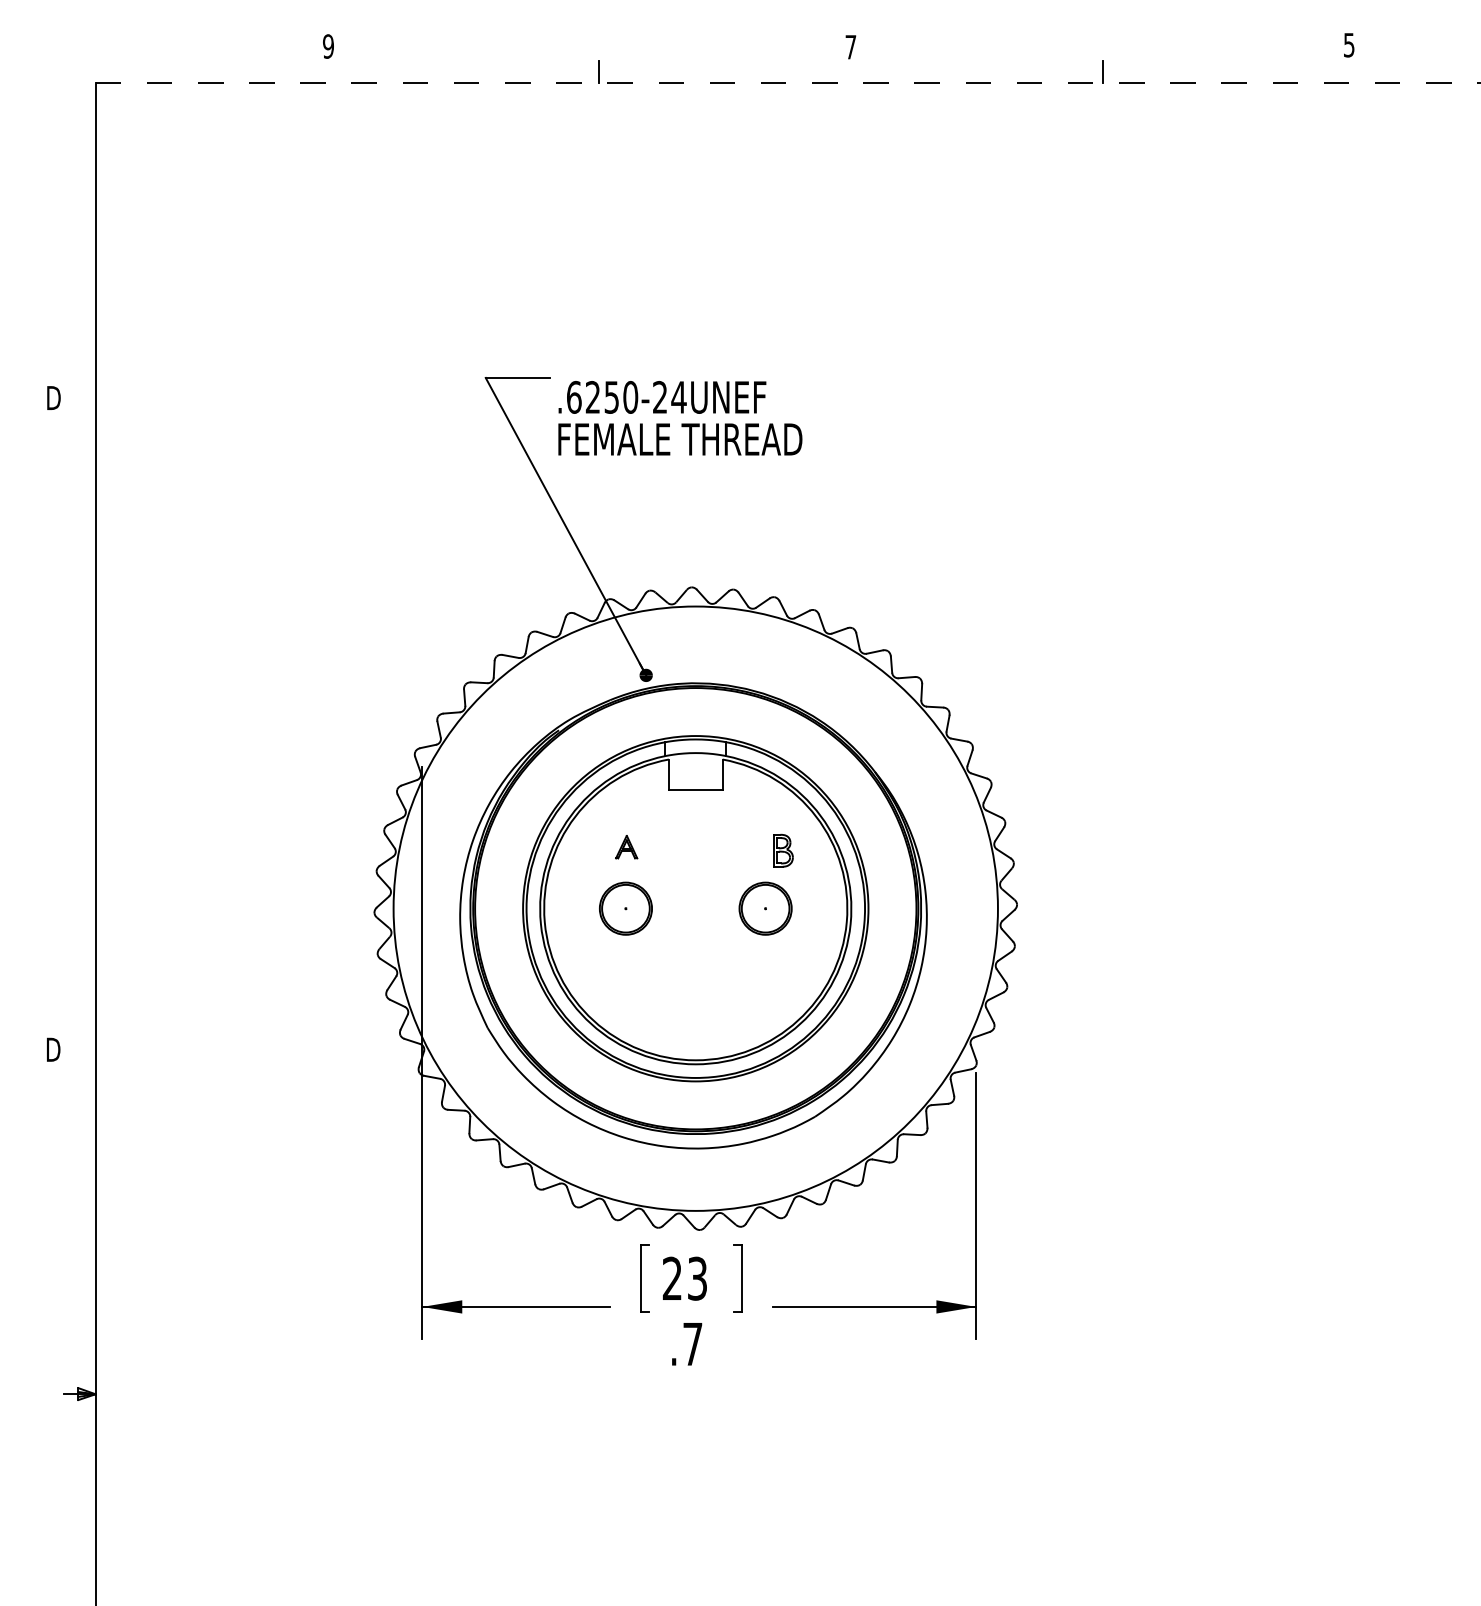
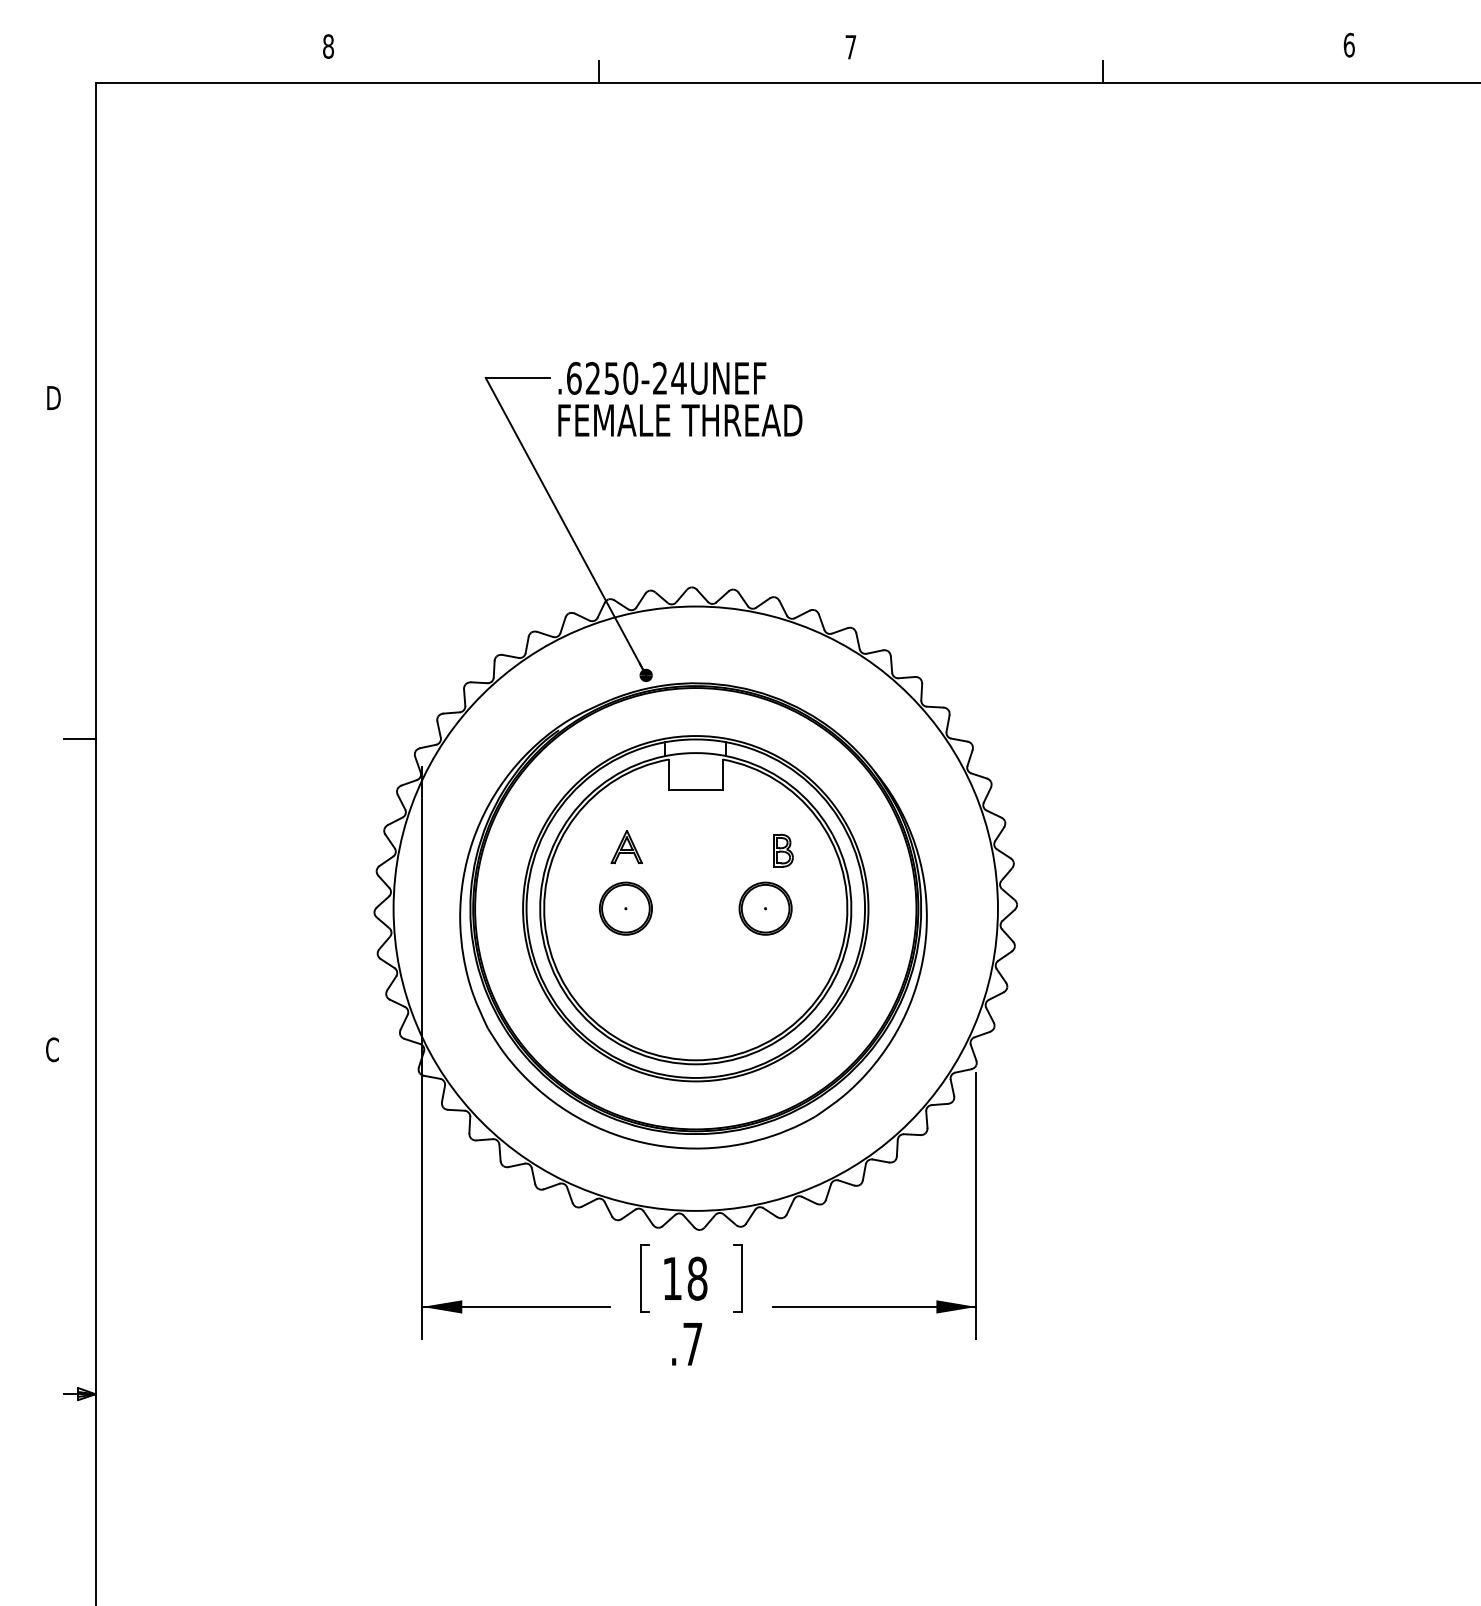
text at (1348, 44): 5 -> 6
text at (328, 46): 9 -> 8
line at (788, 83): dashed -> solid
text at (680, 418) position: (680, 418) -> (680, 399)
line at (79, 738): none -> present
part at (626, 847) size: 24x25 px -> 33x35 px
text at (53, 1049): D -> C
text at (684, 1278): 23 -> 18
